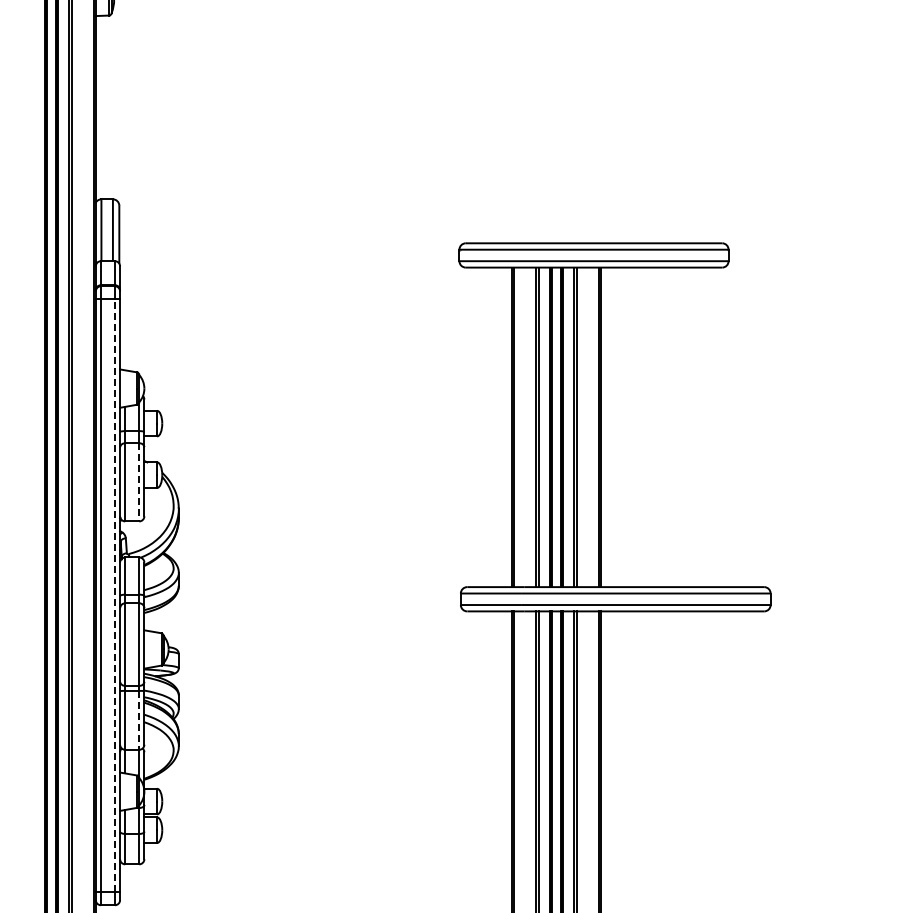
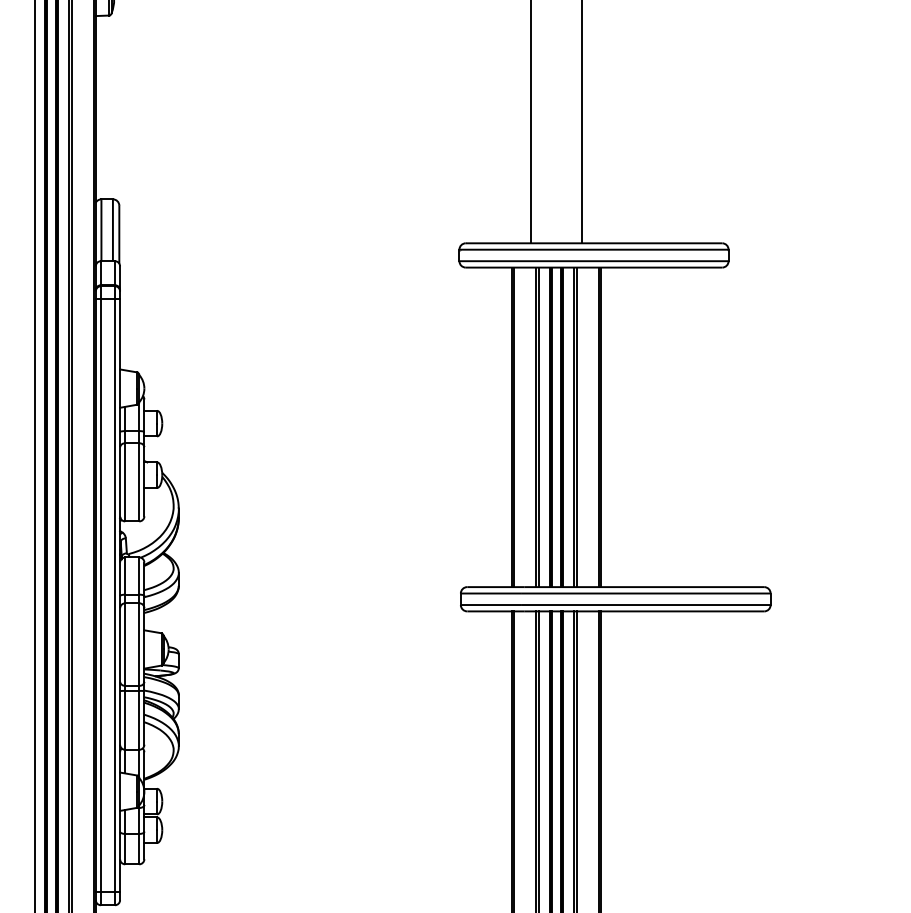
line at (531, 122): none -> present
line at (582, 122): none -> present
line at (34, 455): none -> present
line at (139, 482): dashed -> solid
line at (114, 595): dashed -> solid
line at (139, 720): dashed -> solid
